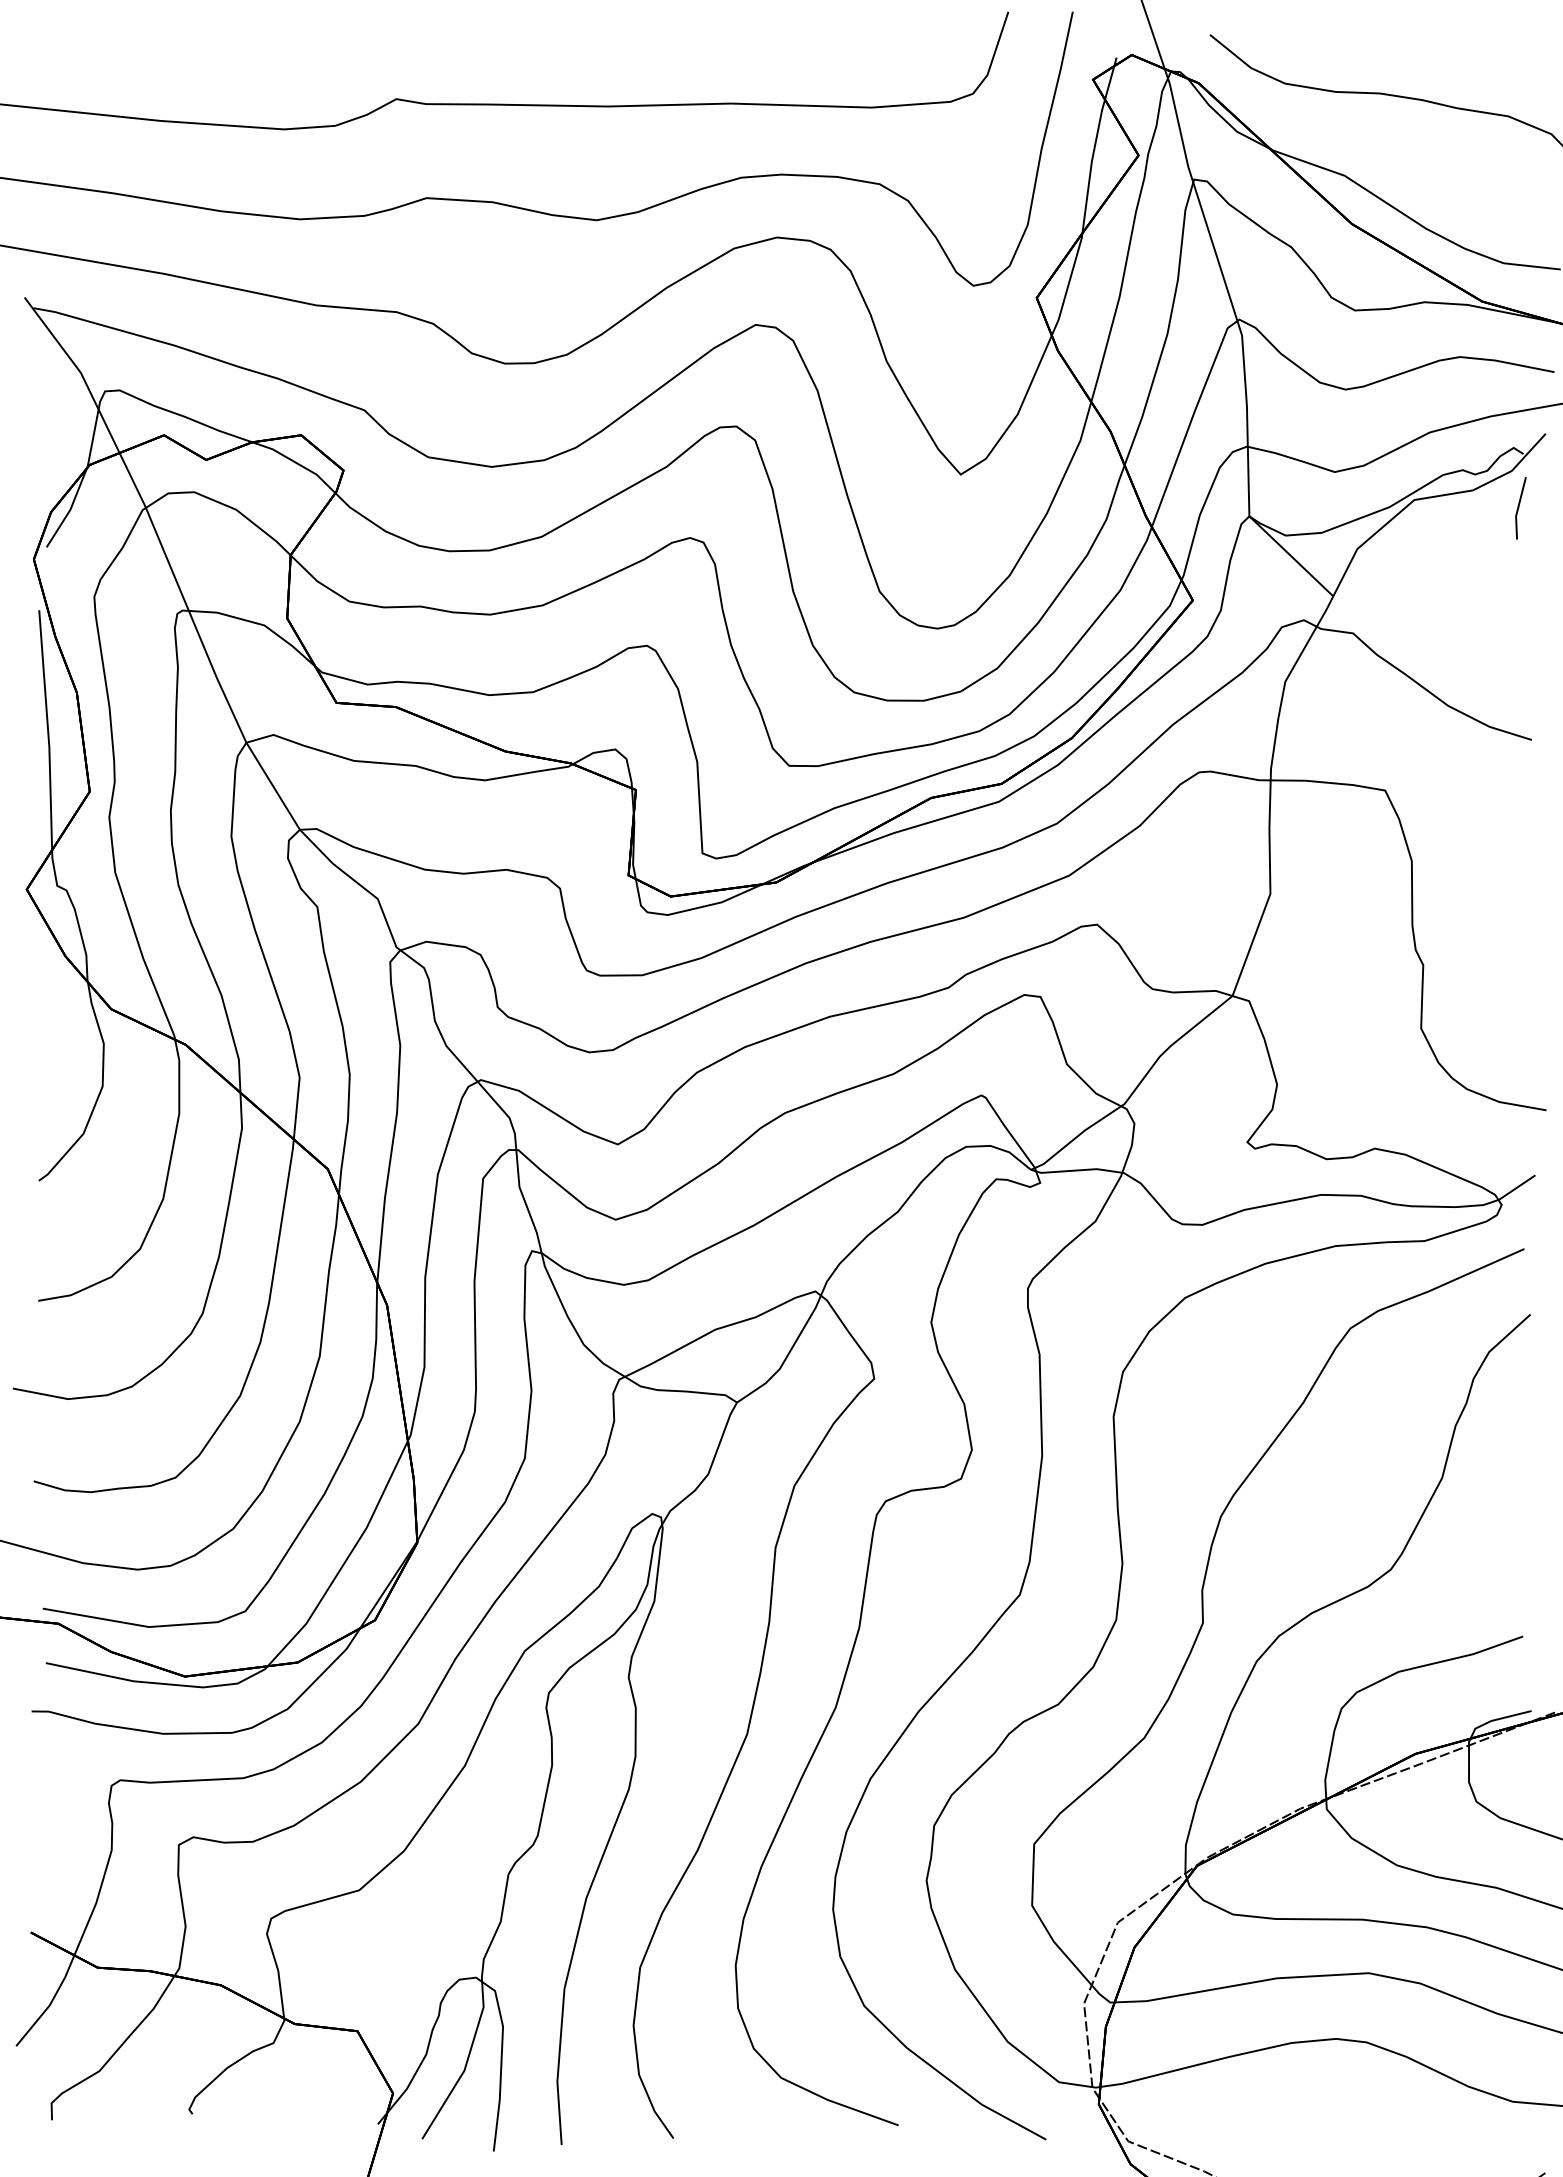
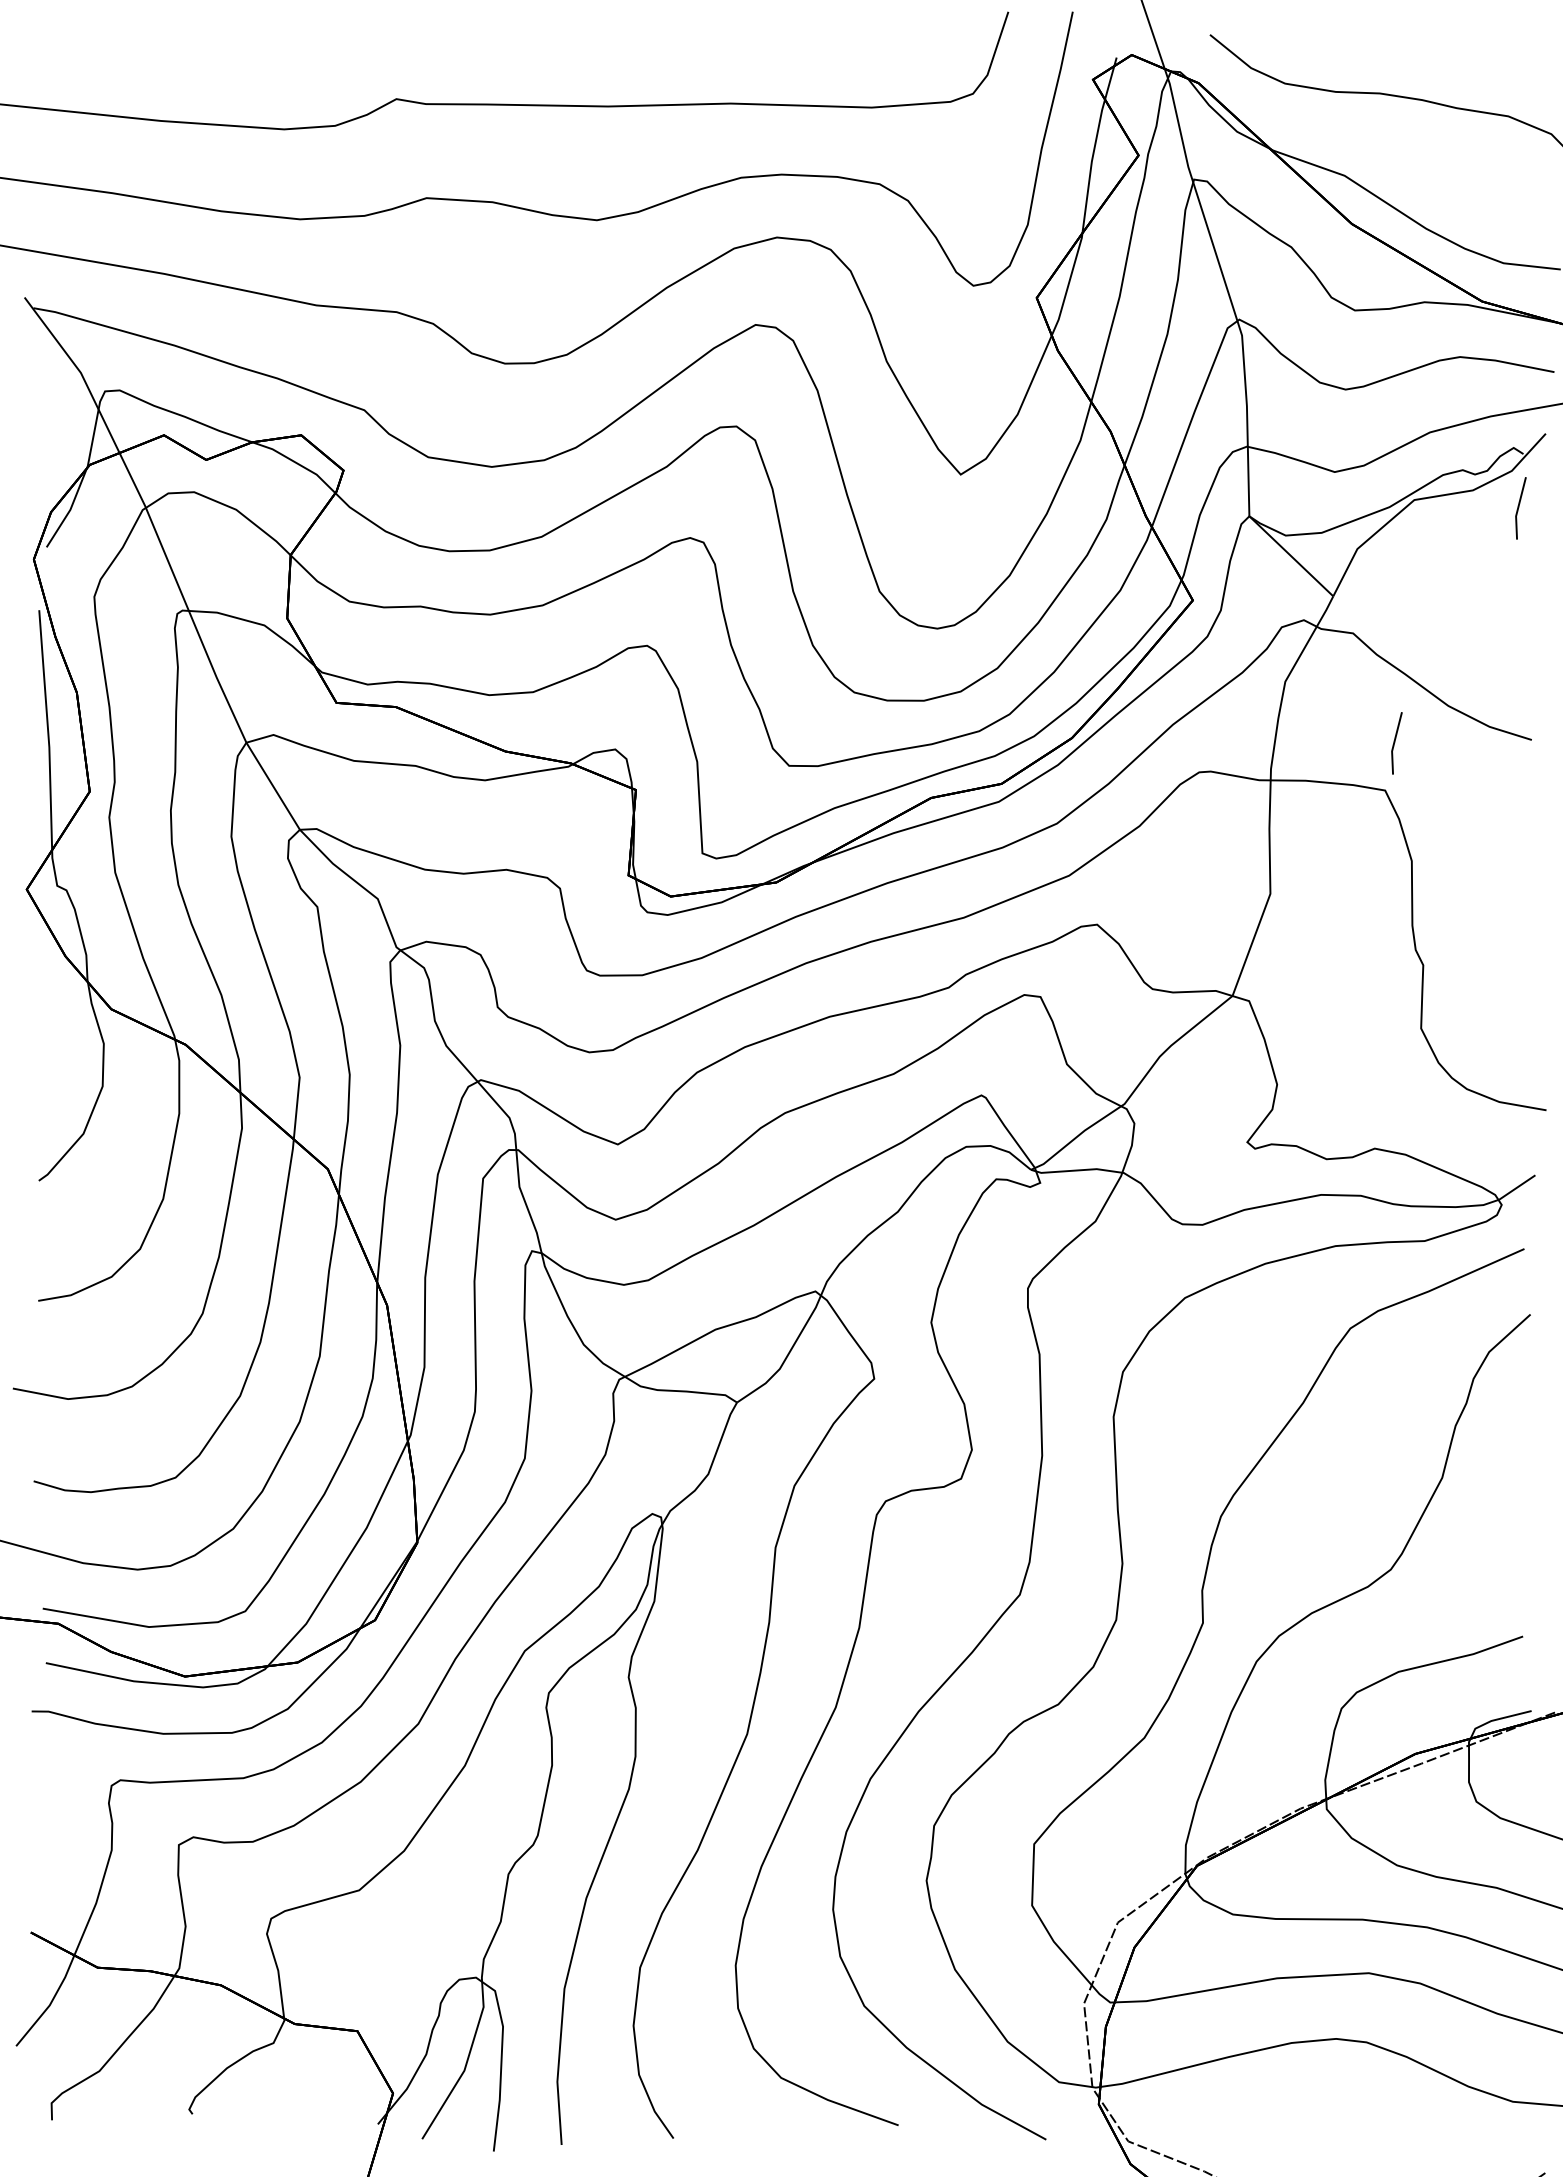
line at (1395, 742): none -> present
